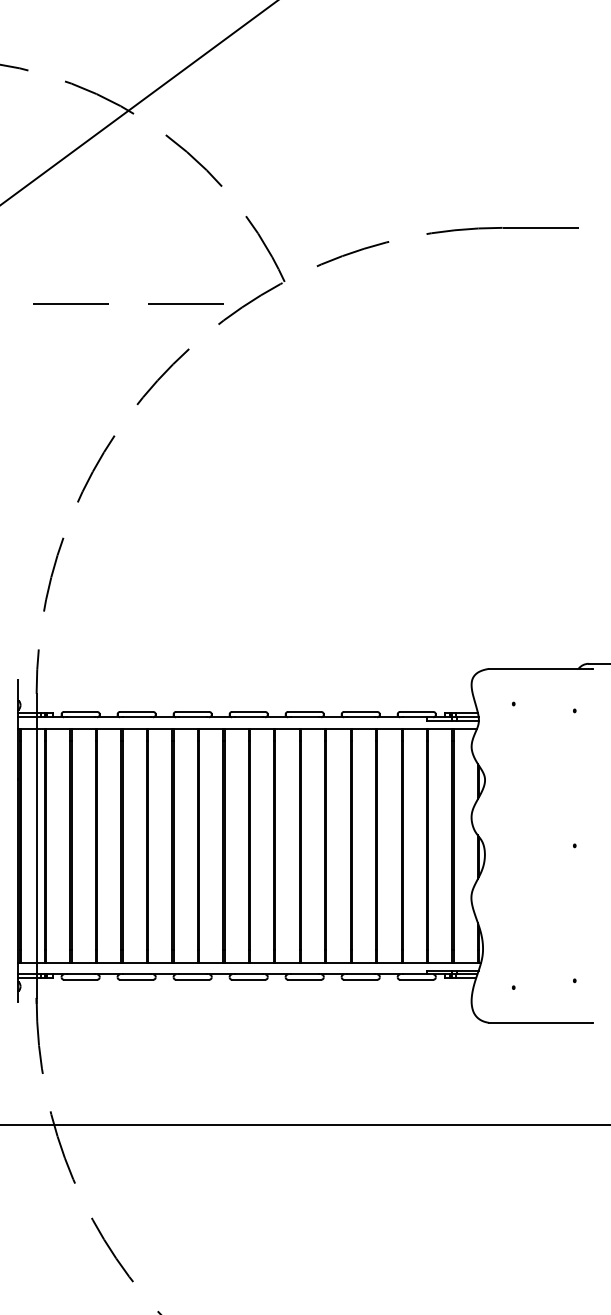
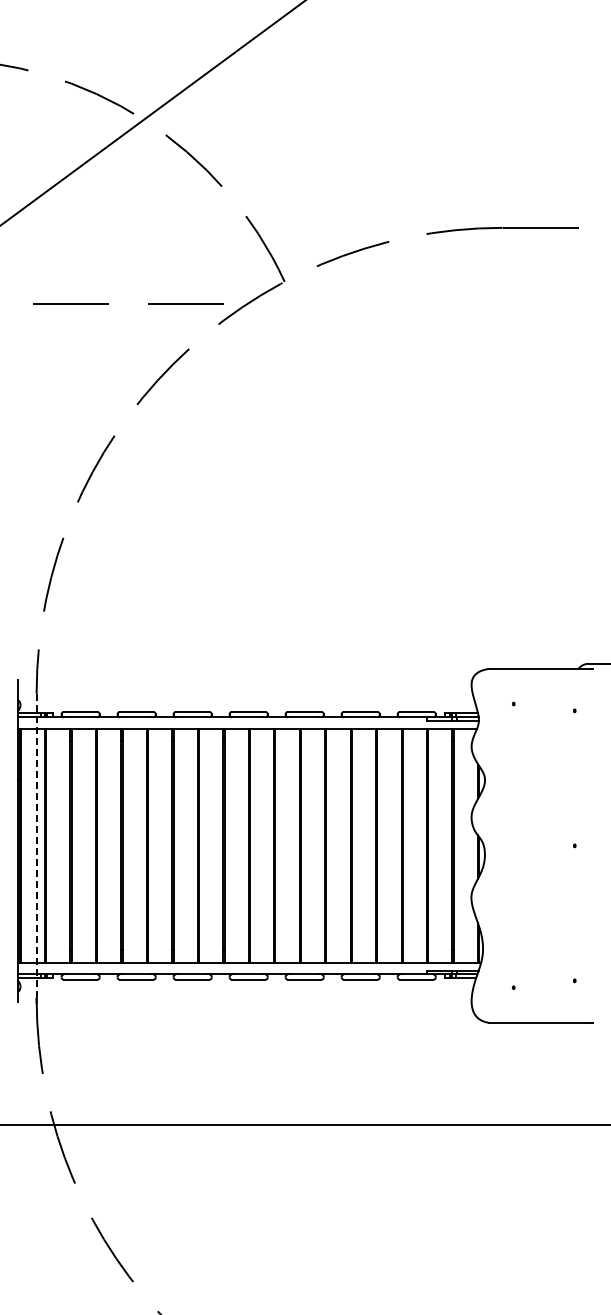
line at (138, 102) position: (138, 102) -> (152, 113)
line at (36, 846): solid -> dashed
